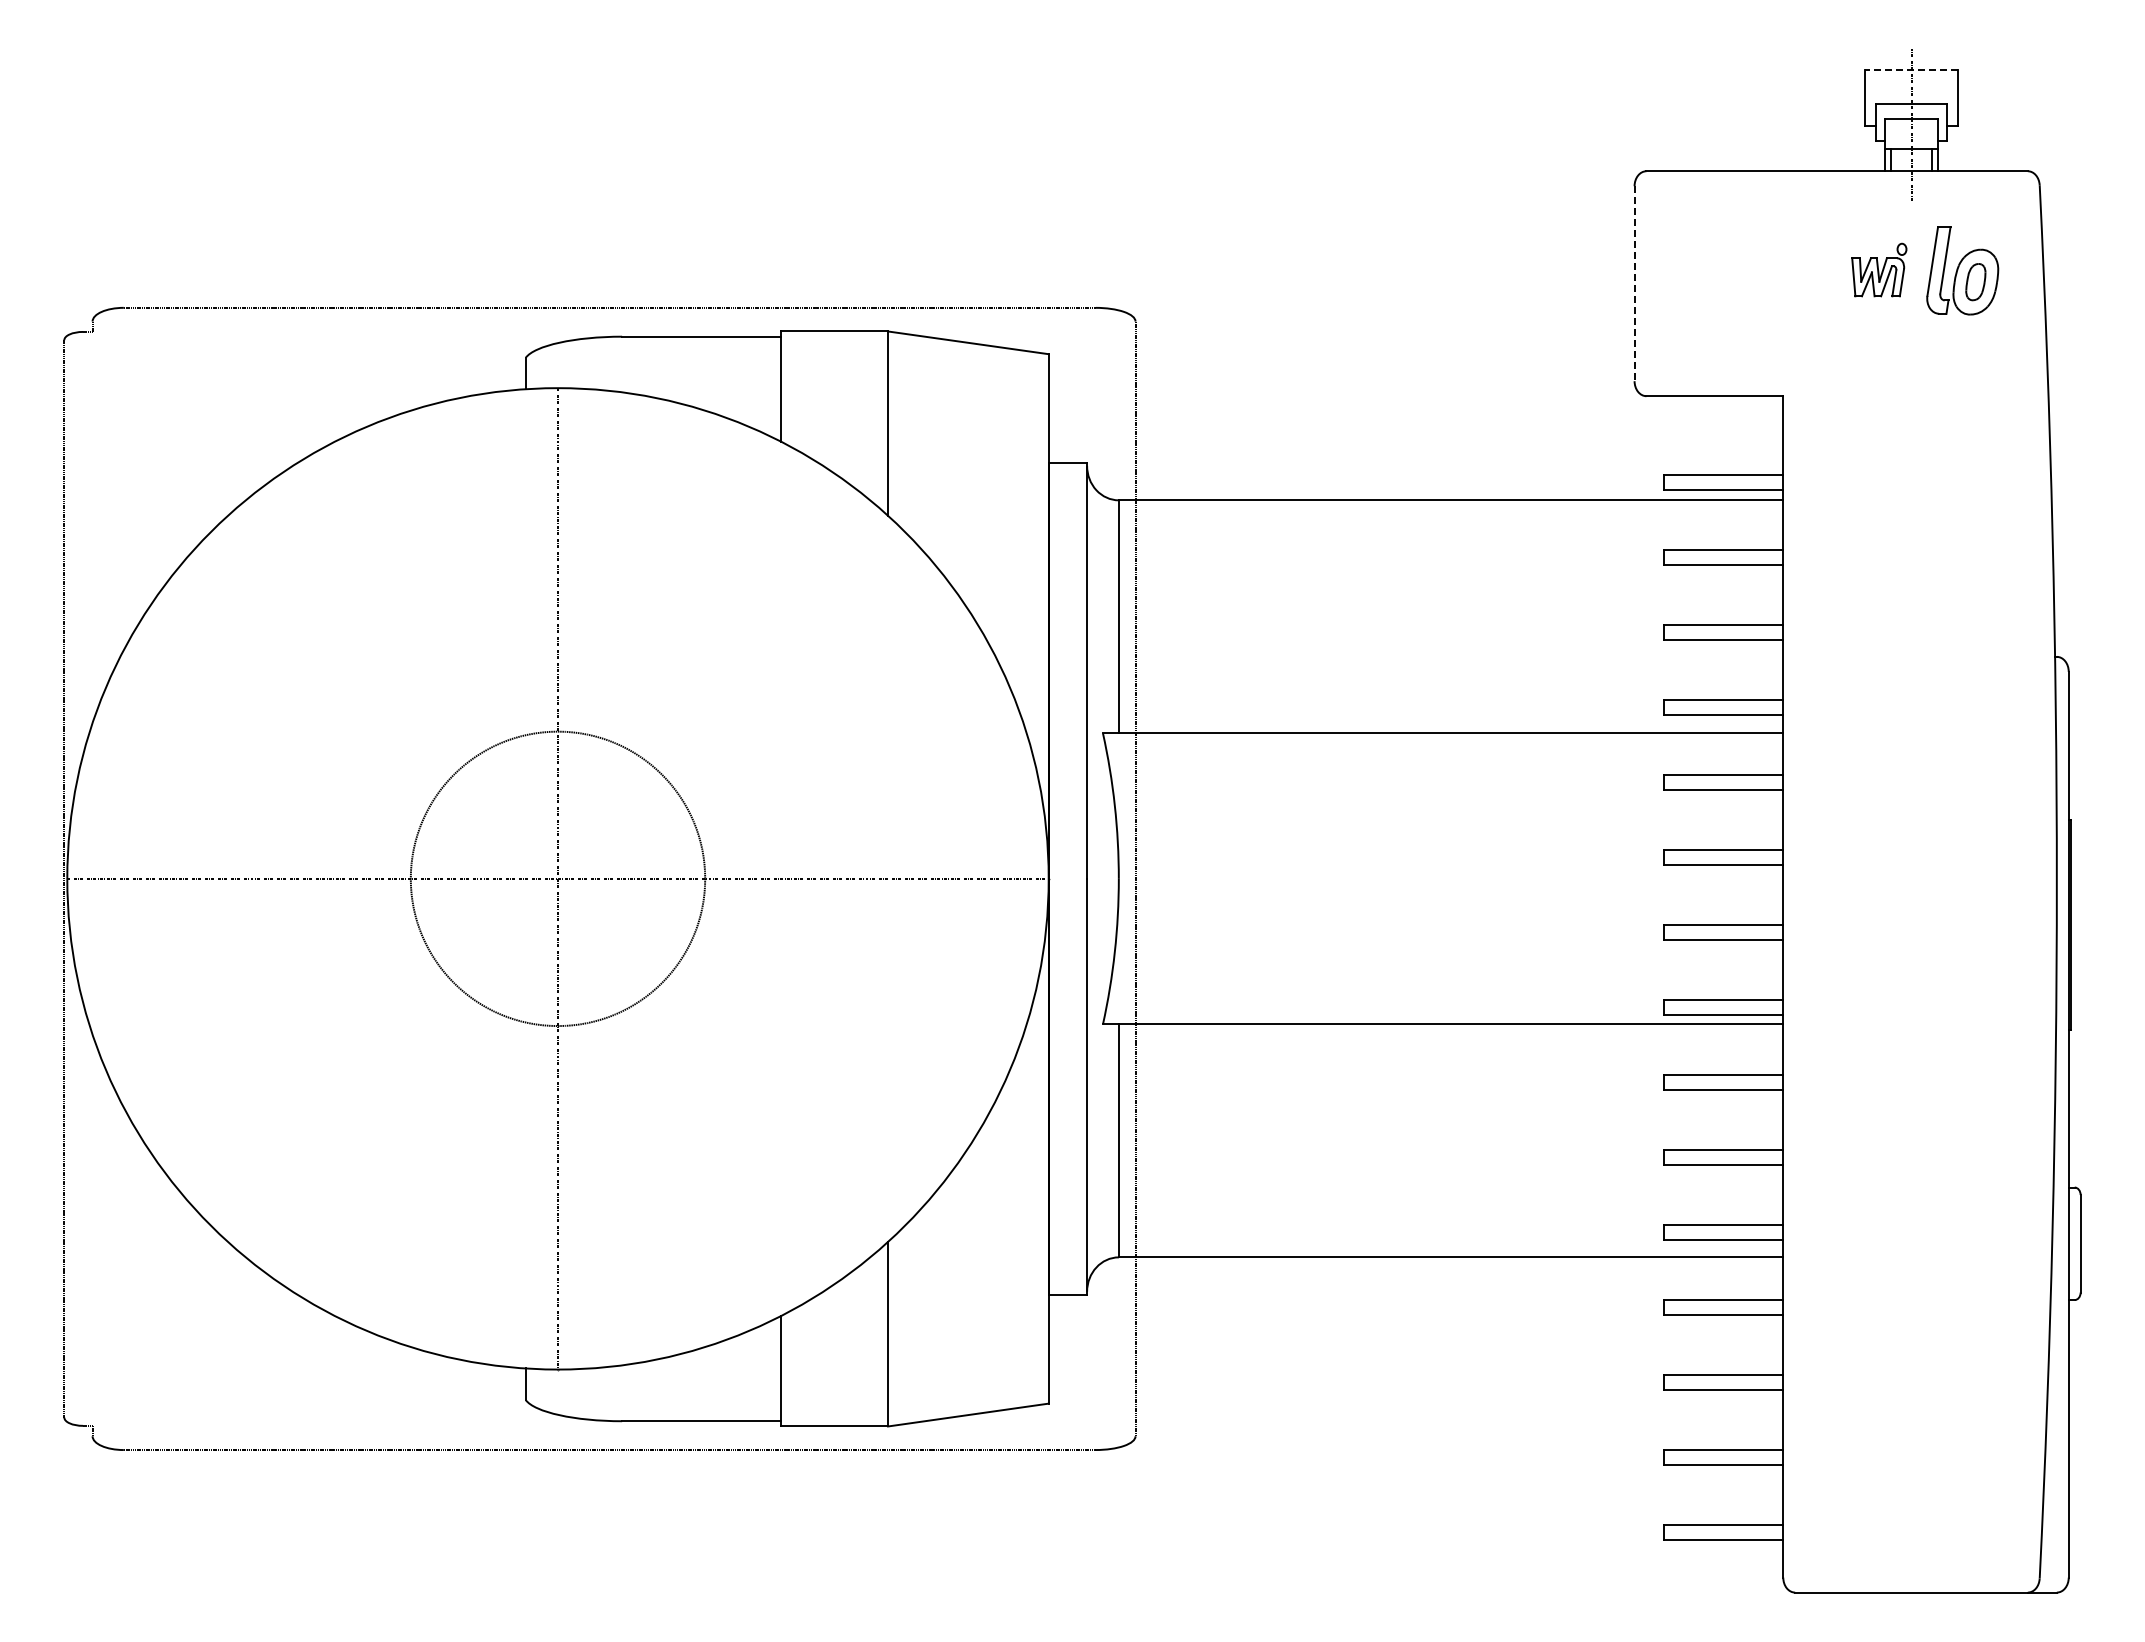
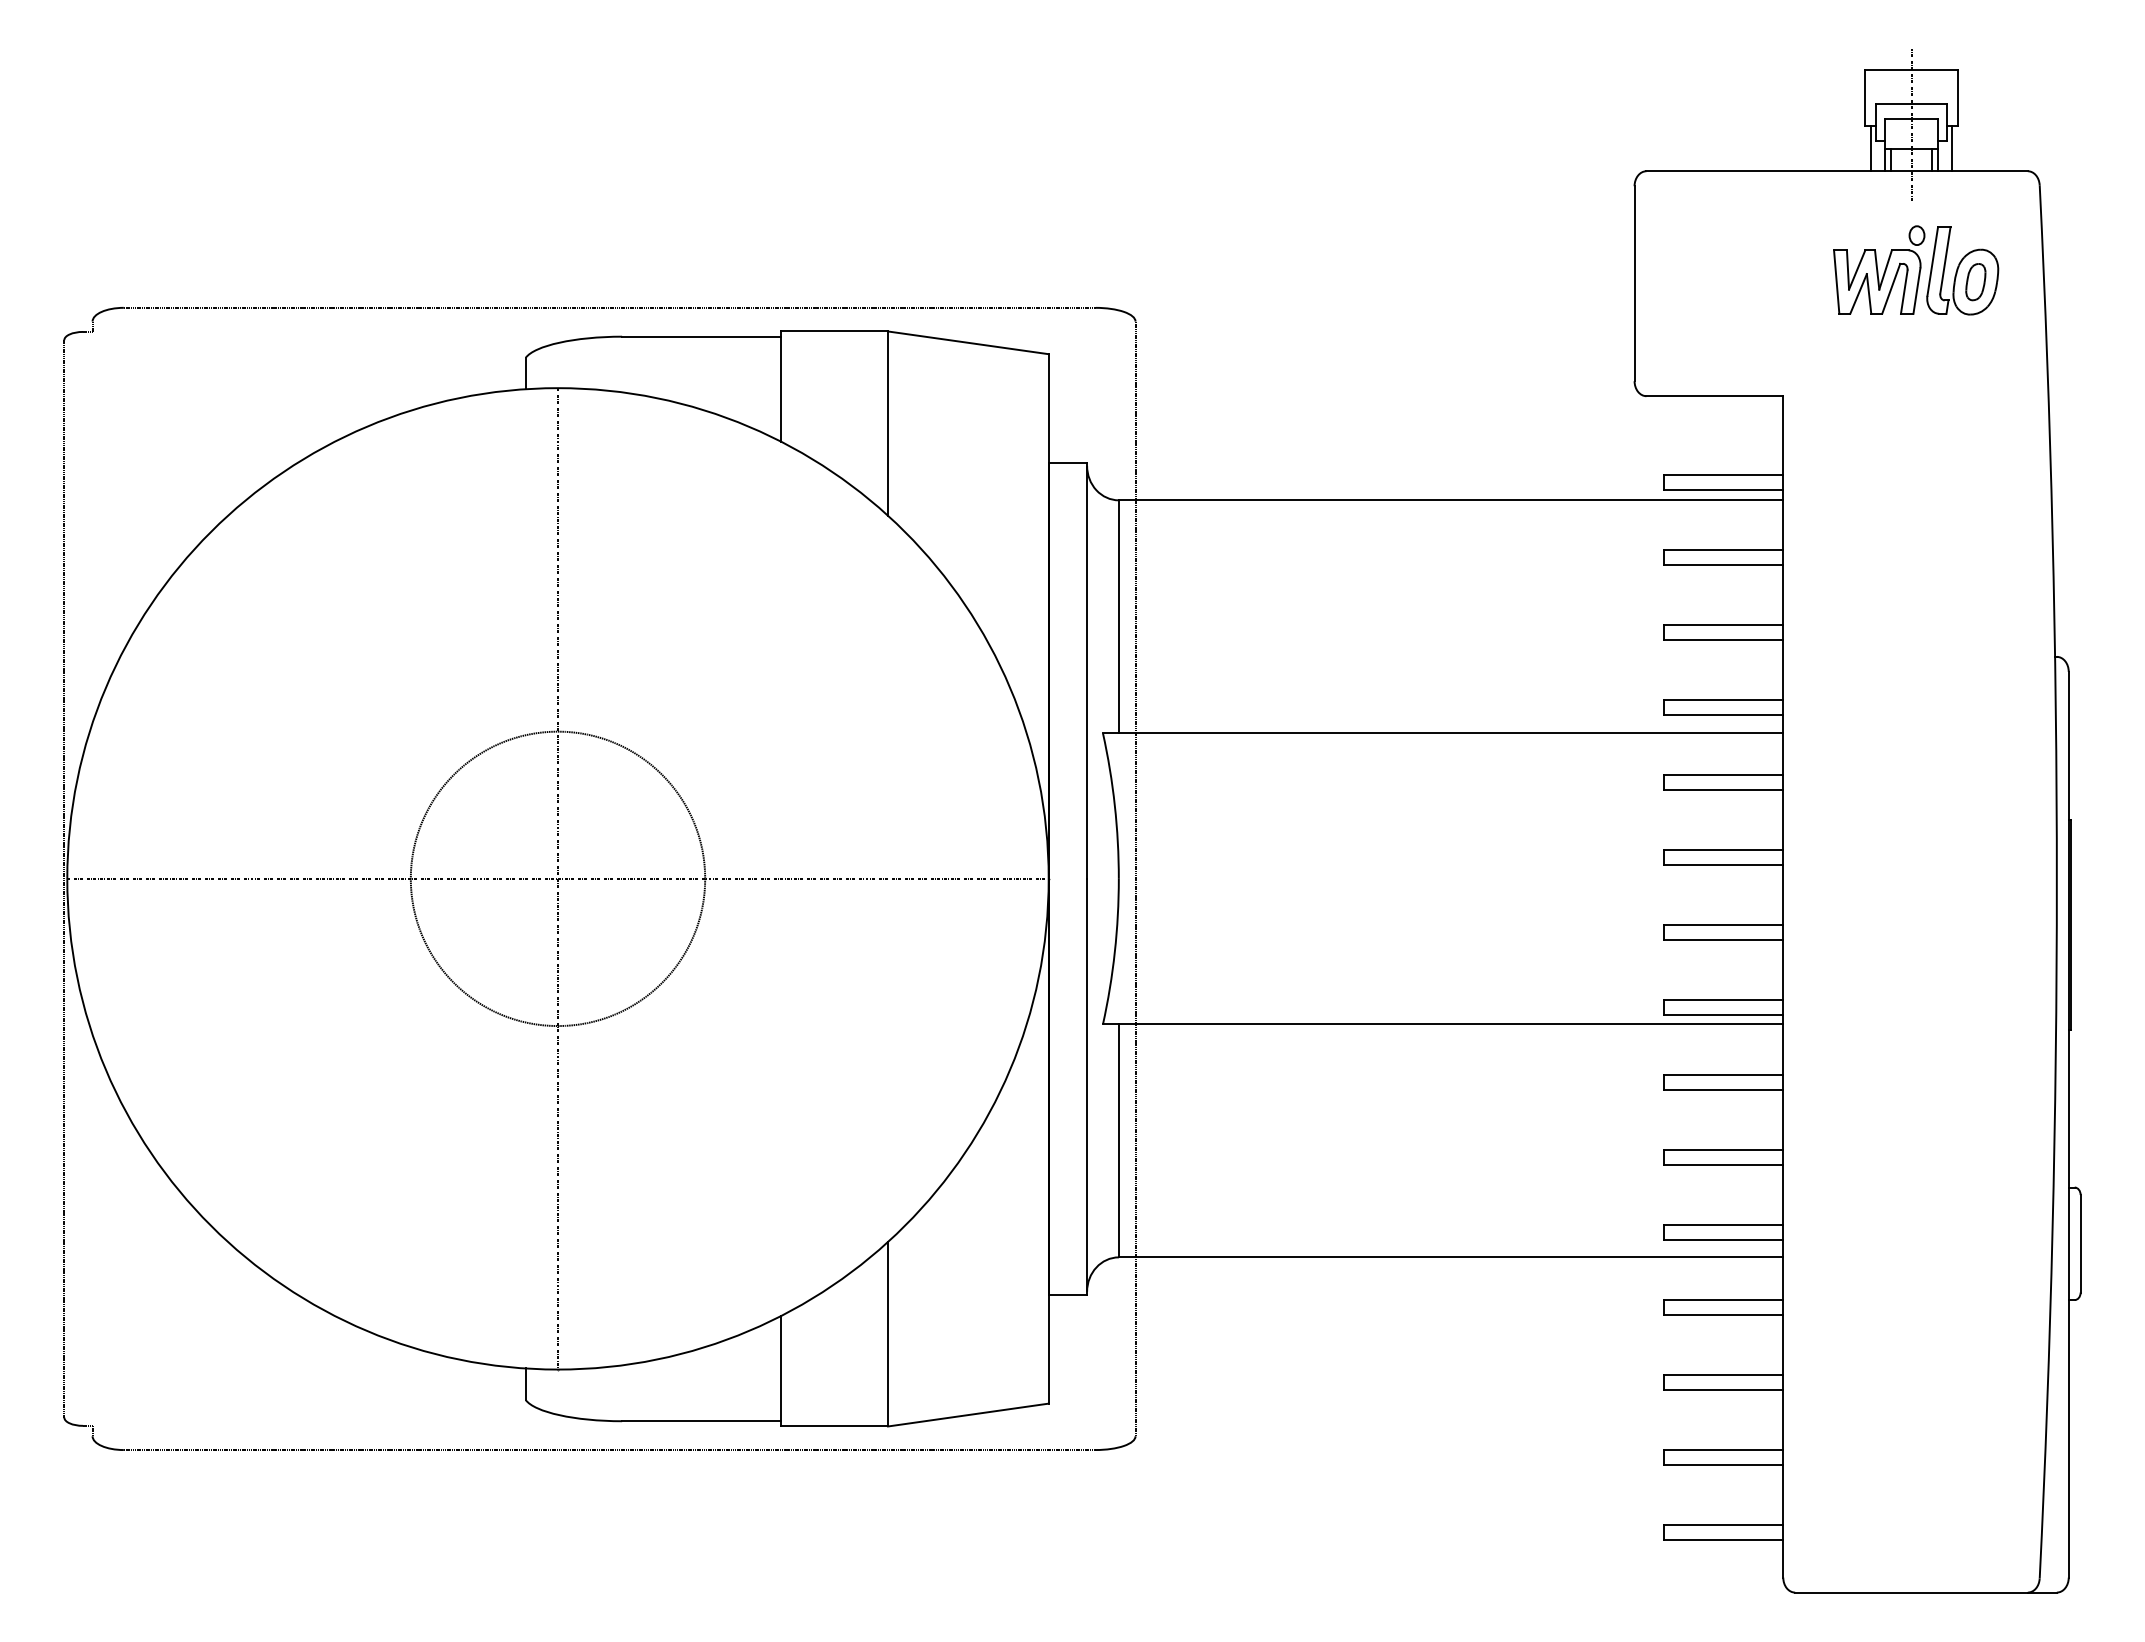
line at (1911, 69): dashed -> solid
line at (1871, 148): none -> present
line at (1951, 148): none -> present
part at (1879, 269) size: 57x56 px -> 93x90 px
line at (1634, 284): dashed -> solid
